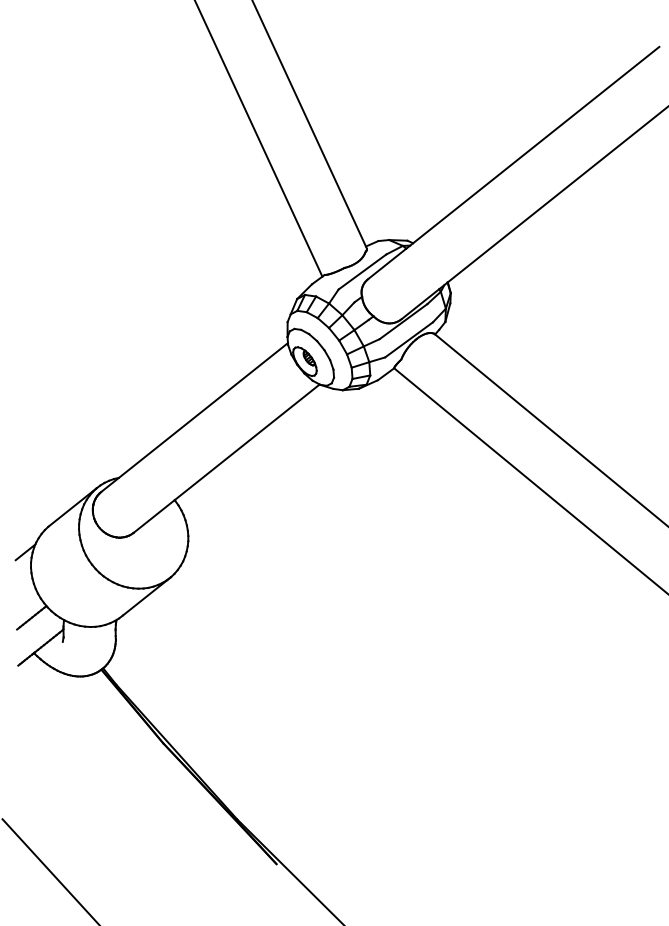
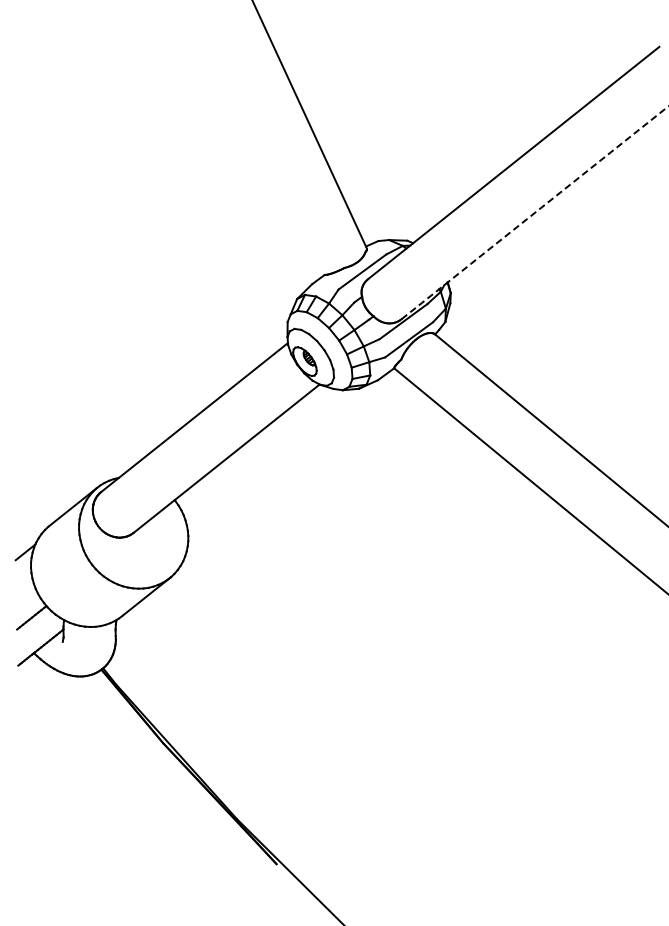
line at (258, 139): present -> none
line at (535, 212): solid -> dashed
line at (49, 870): present -> none
